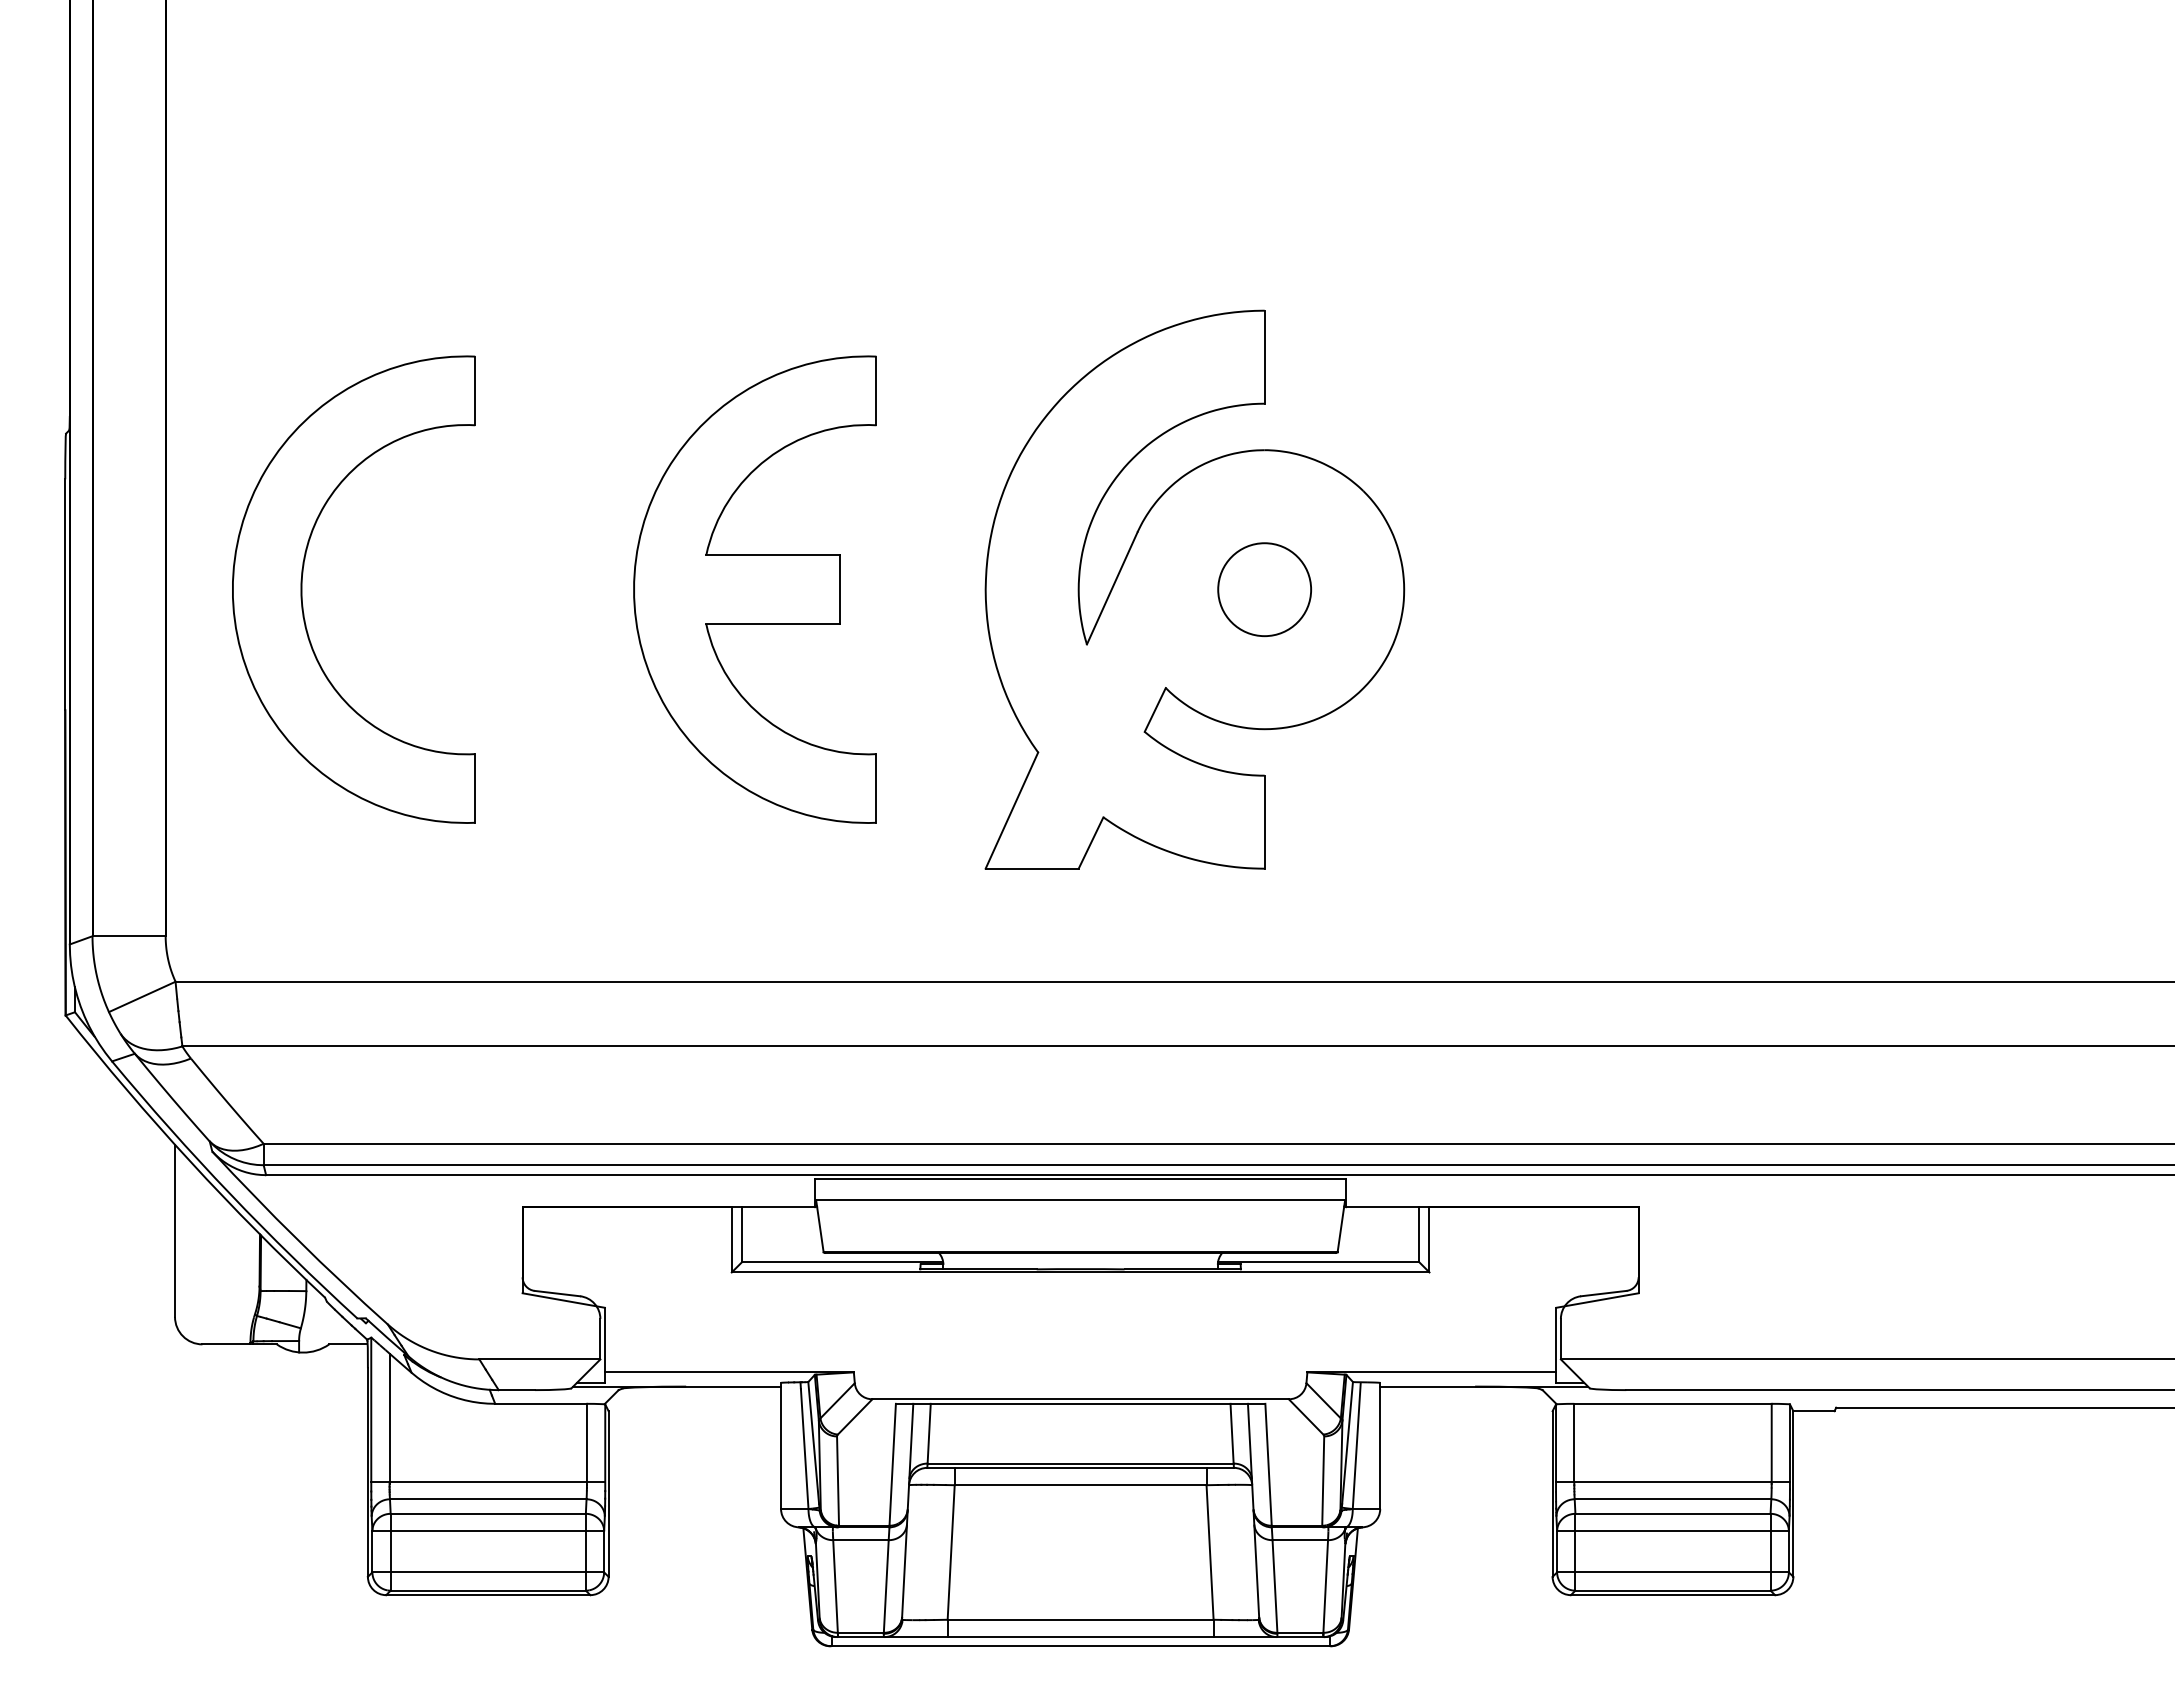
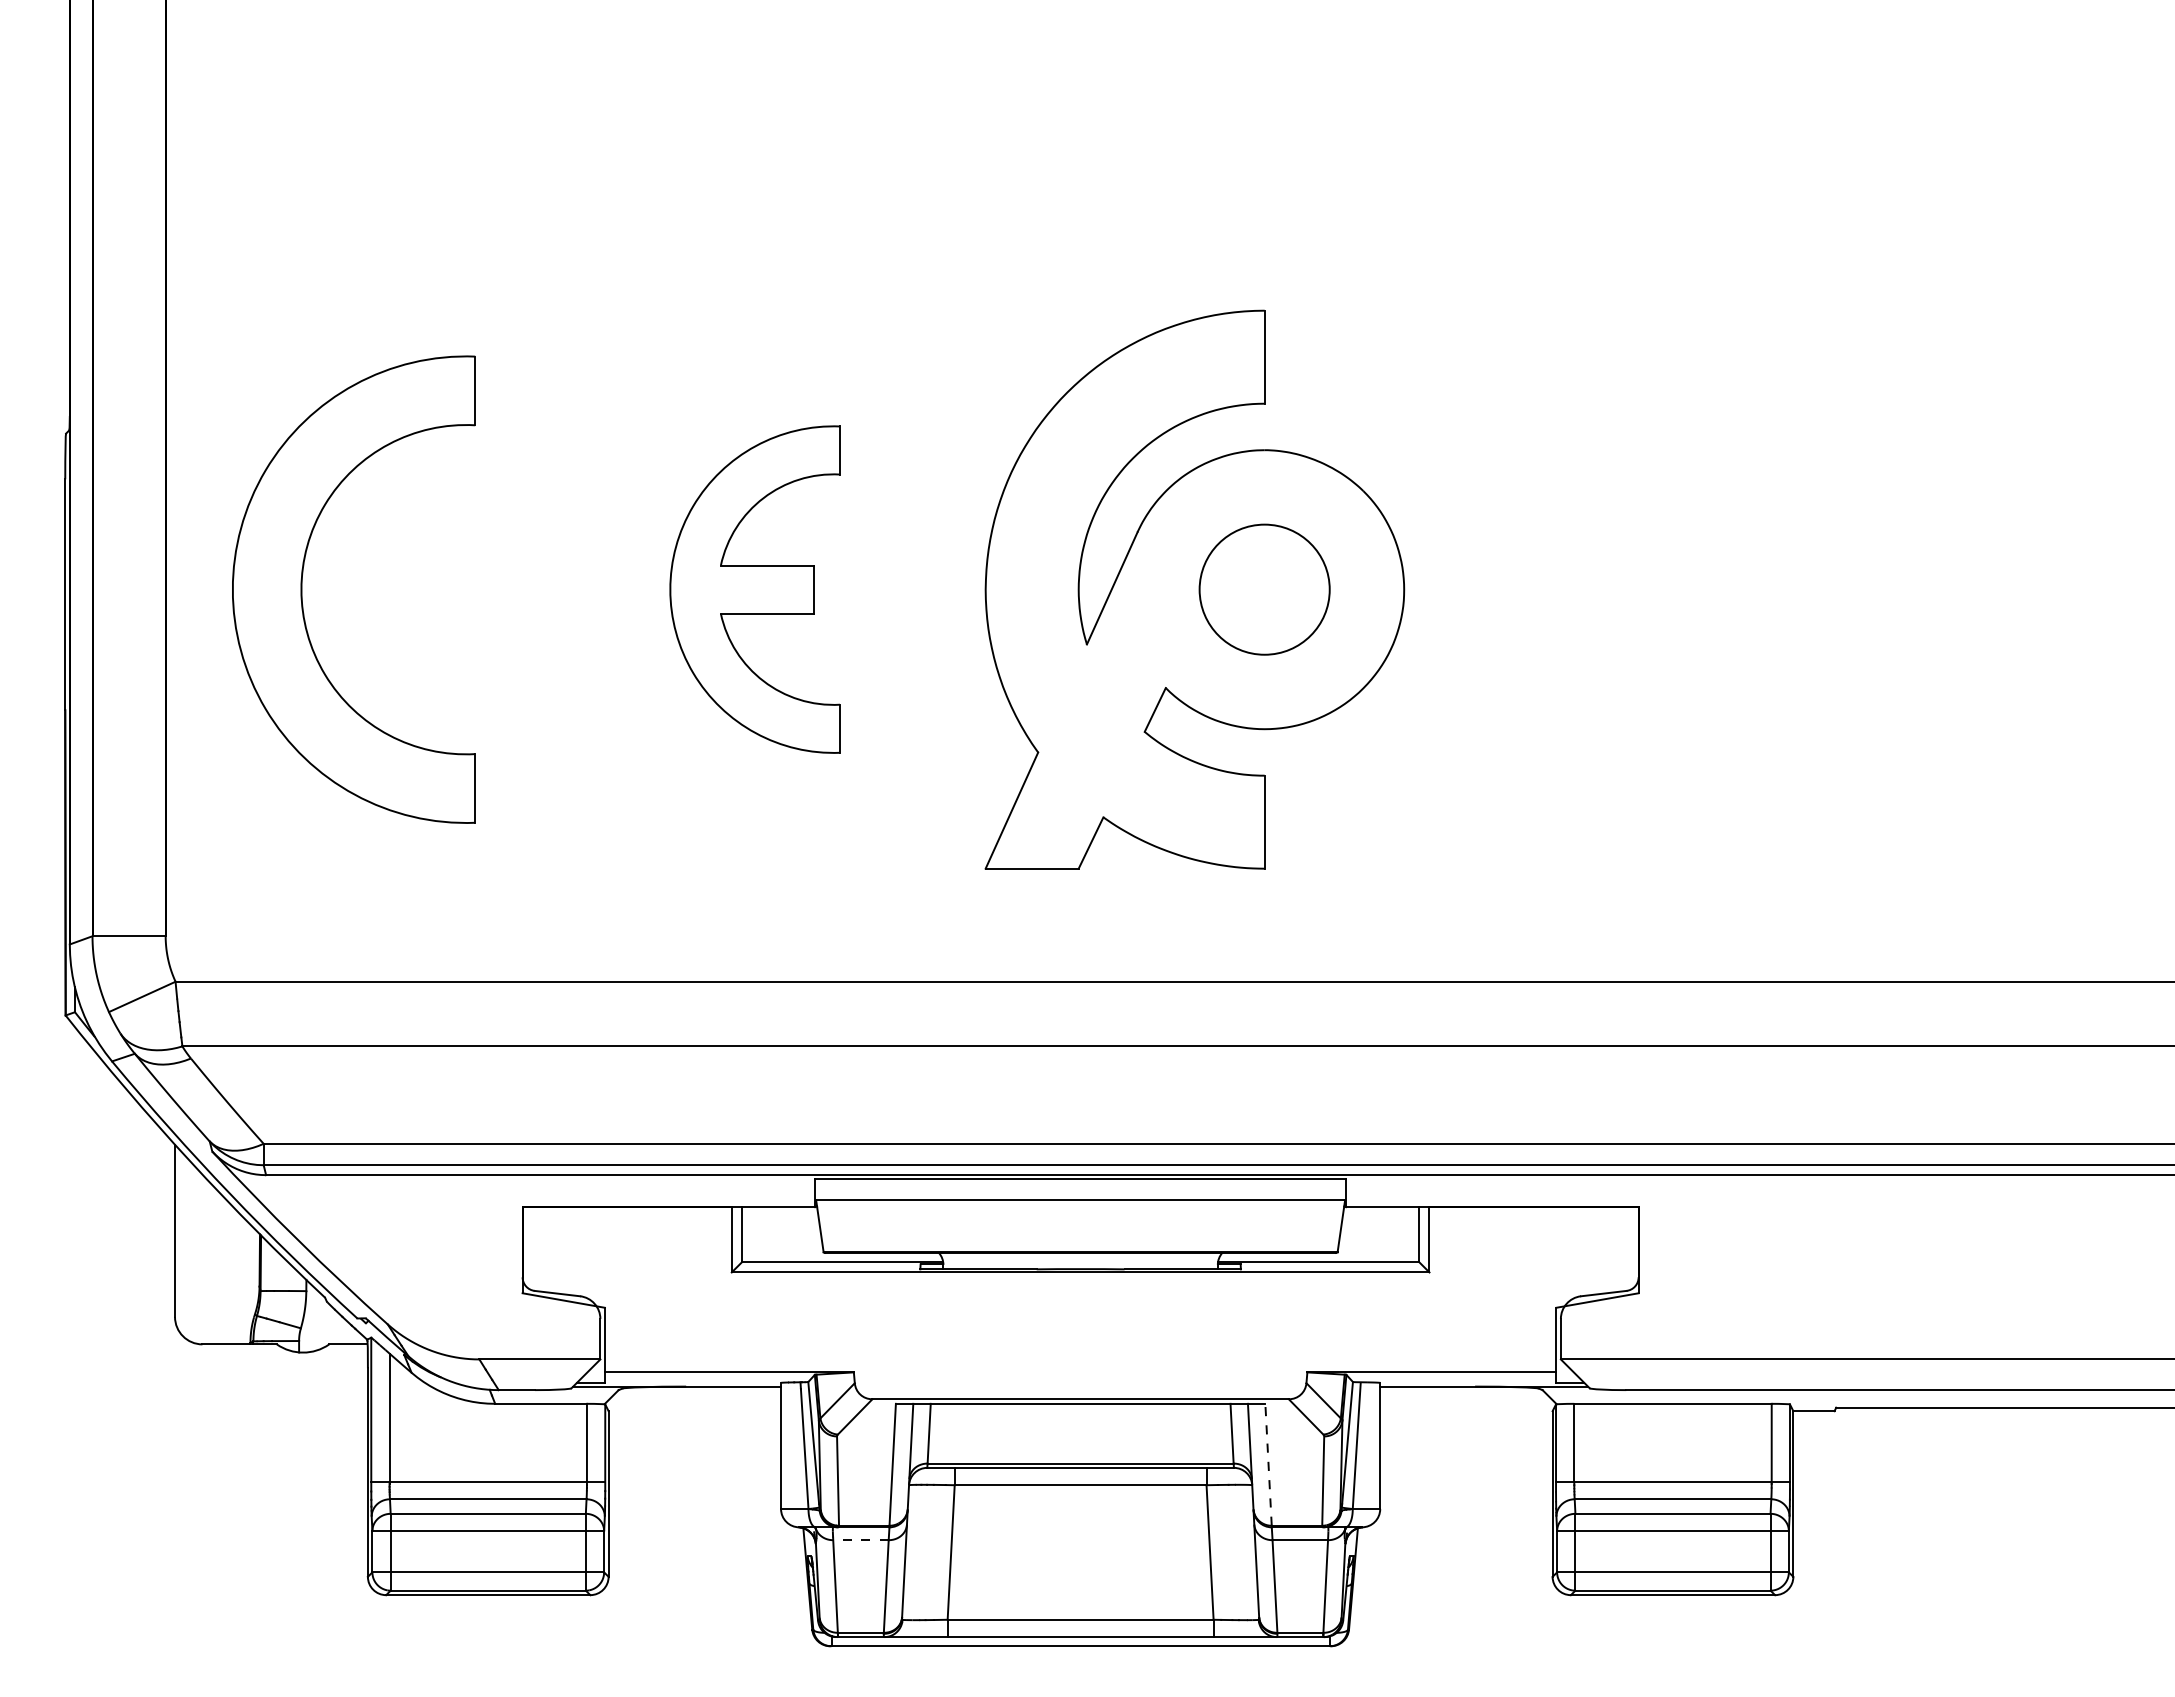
part at (754, 589) size: 244x469 px -> 172x329 px
circle at (1264, 589) diameter: 93 px -> 130 px
line at (1268, 1464): solid -> dashed
line at (860, 1540): solid -> dashed
